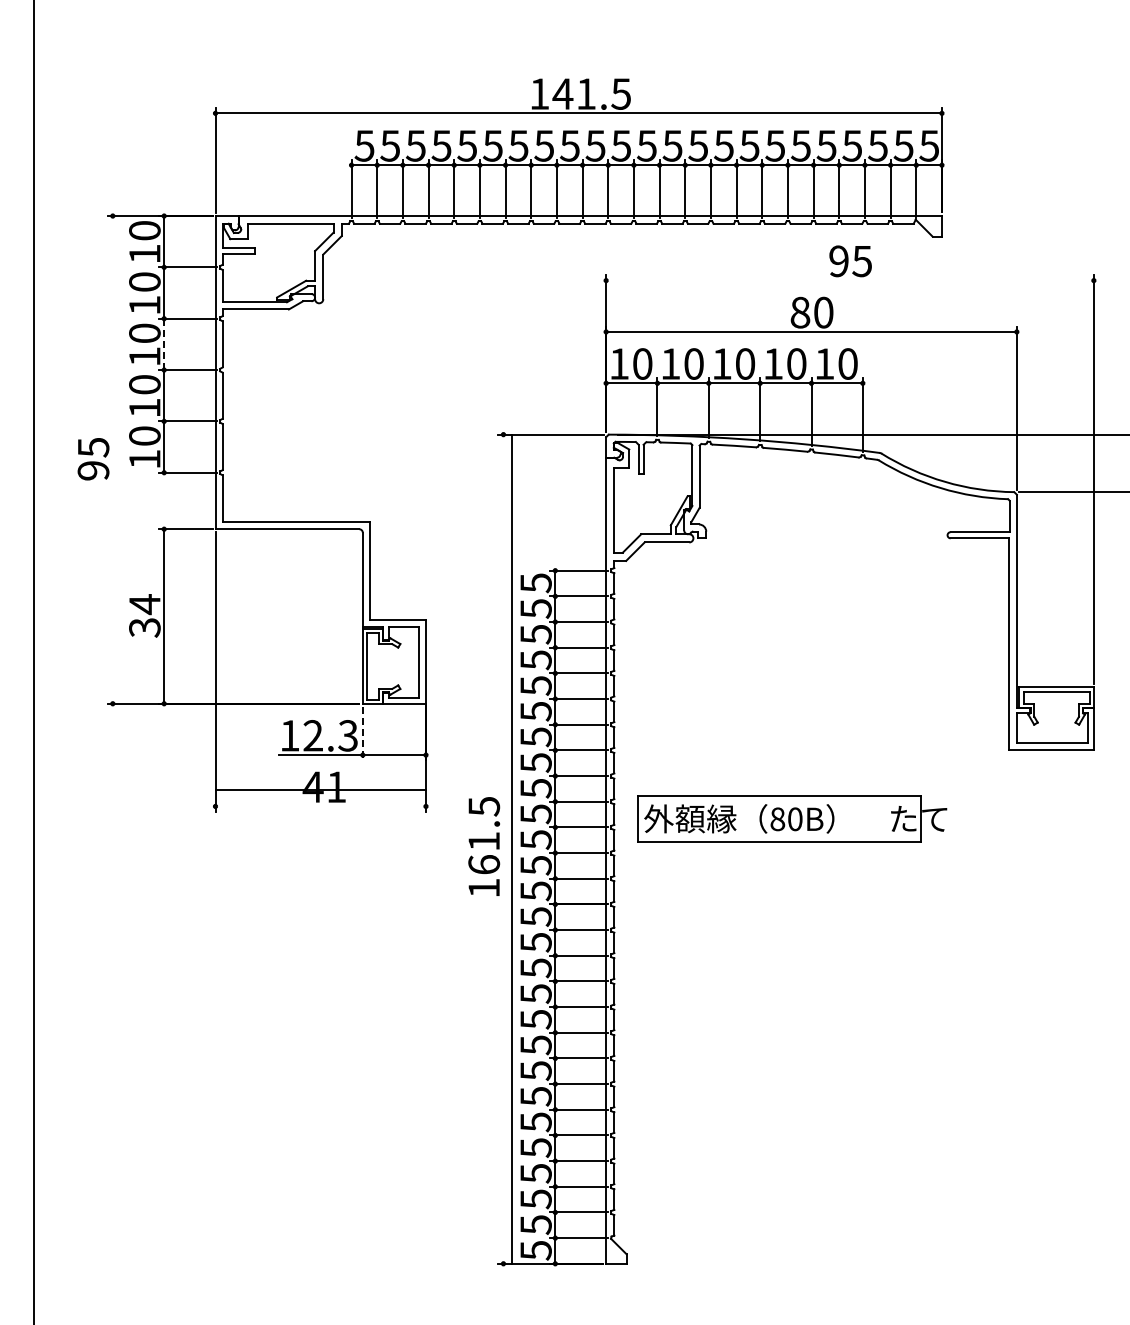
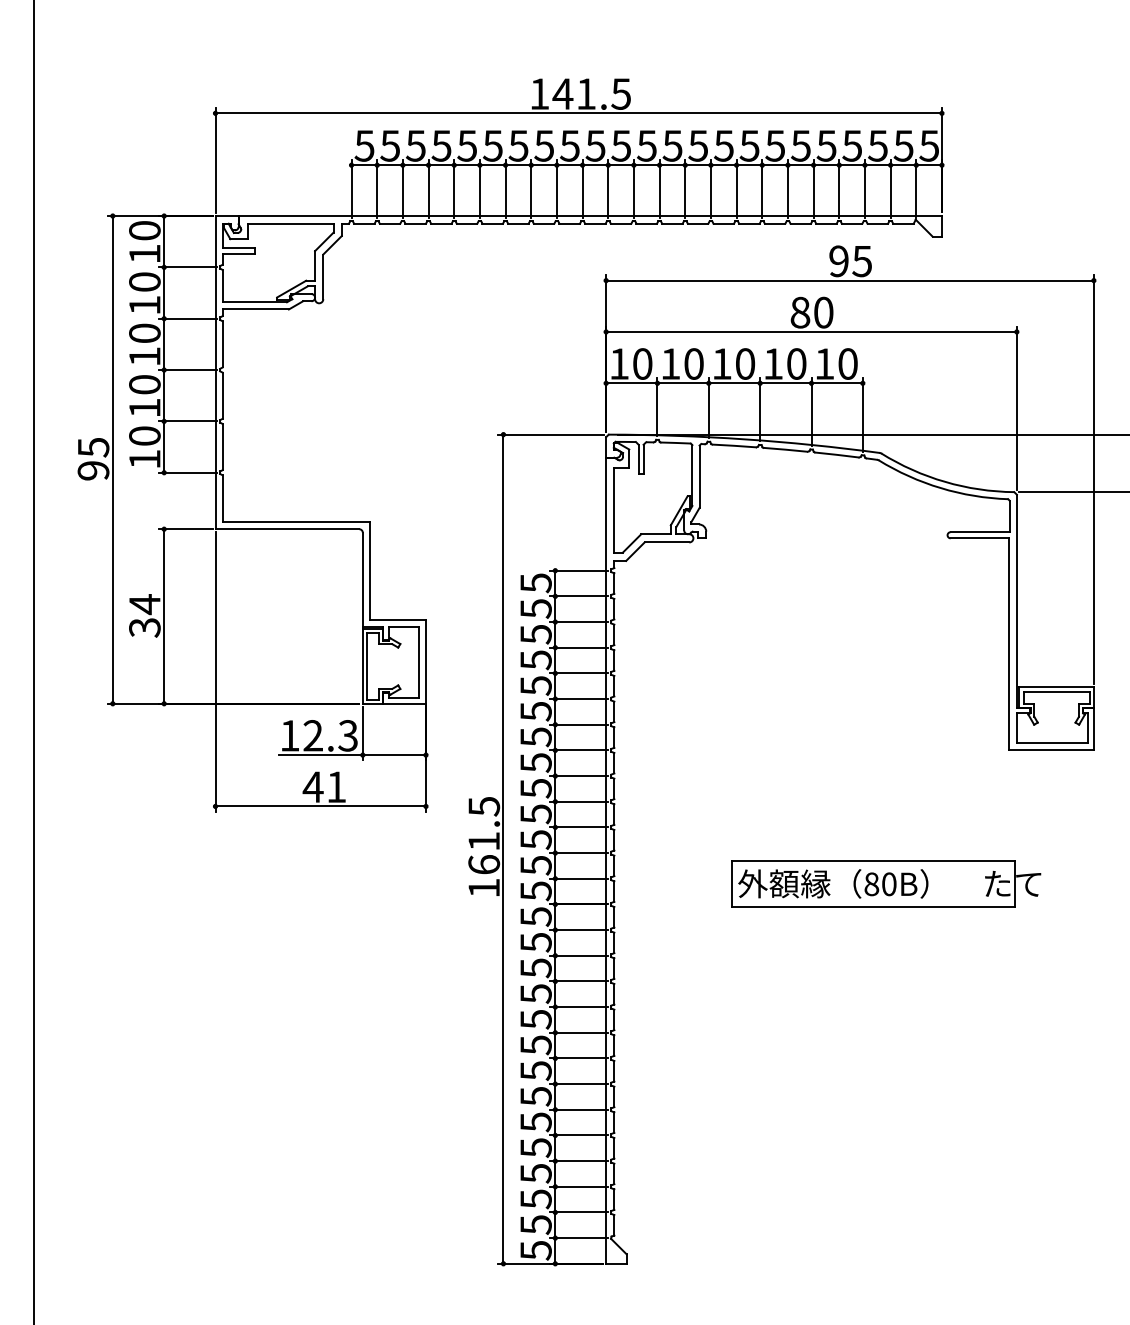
line at (849, 280): none -> present
line at (164, 344): dashed -> solid
line at (112, 459): none -> present
line at (362, 734): dashed -> solid
line at (320, 790) position: (320, 790) -> (320, 806)
part at (792, 818) position: (792, 818) -> (886, 883)
line at (512, 848) position: (512, 848) -> (503, 848)
